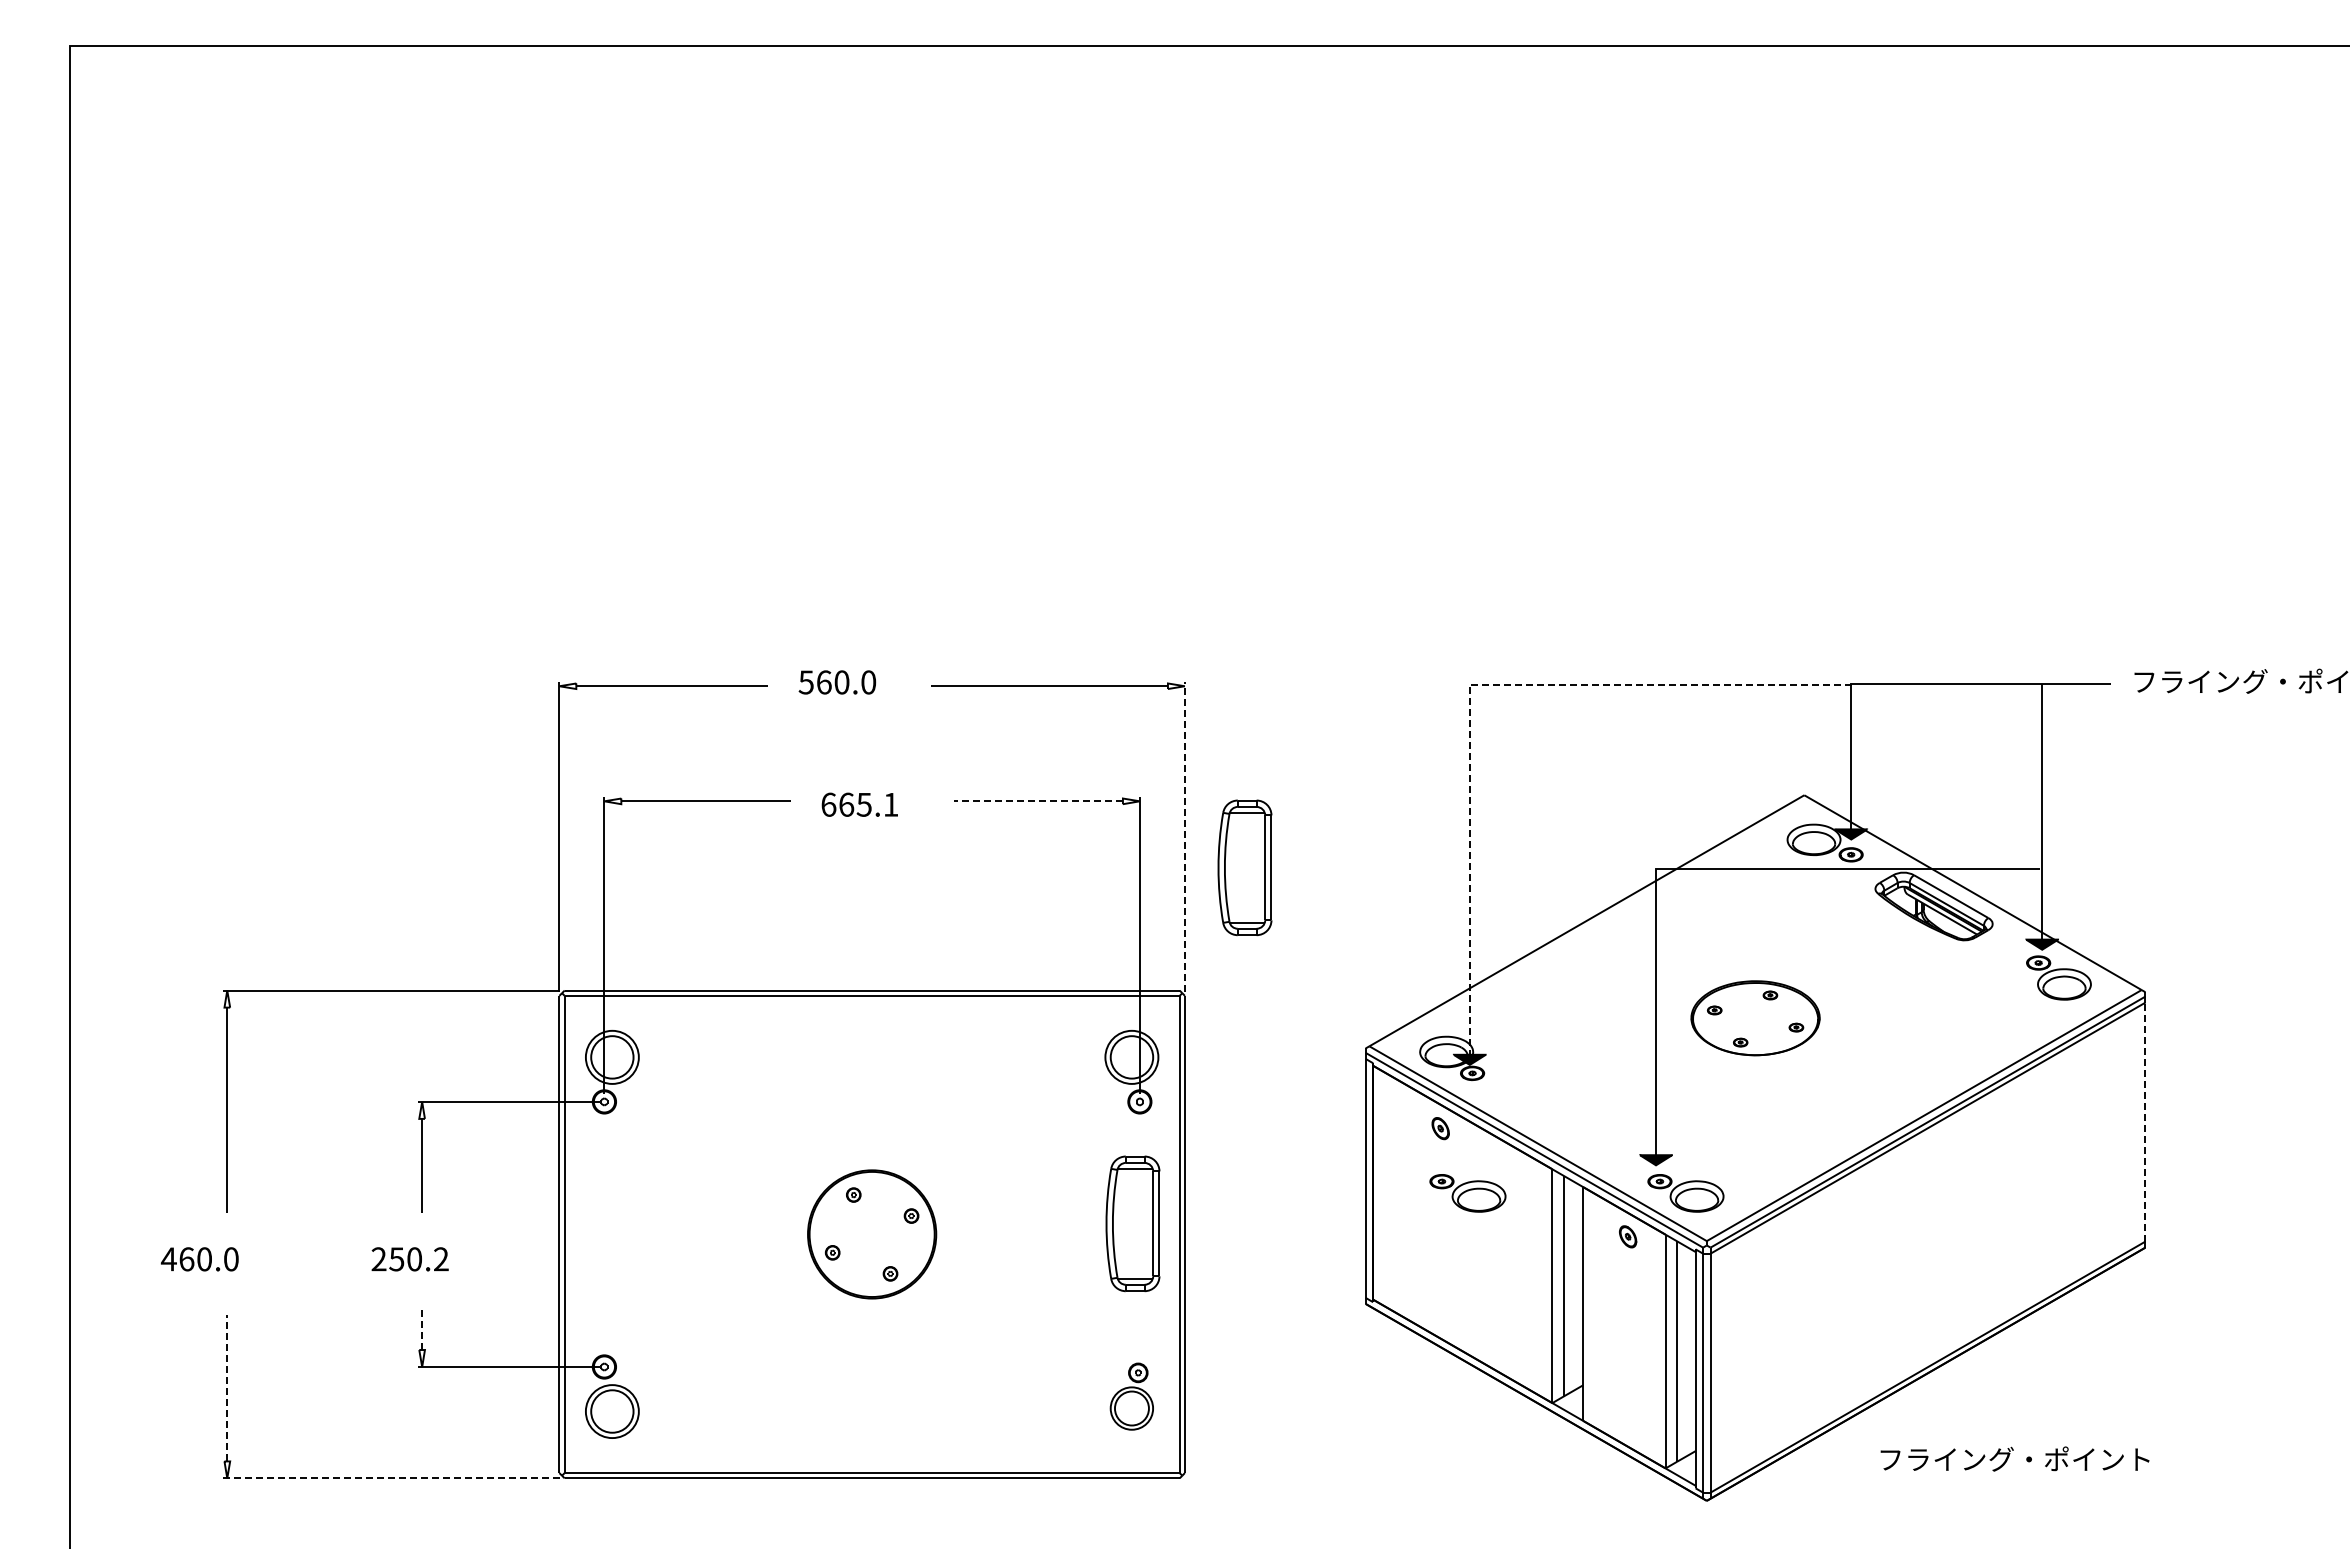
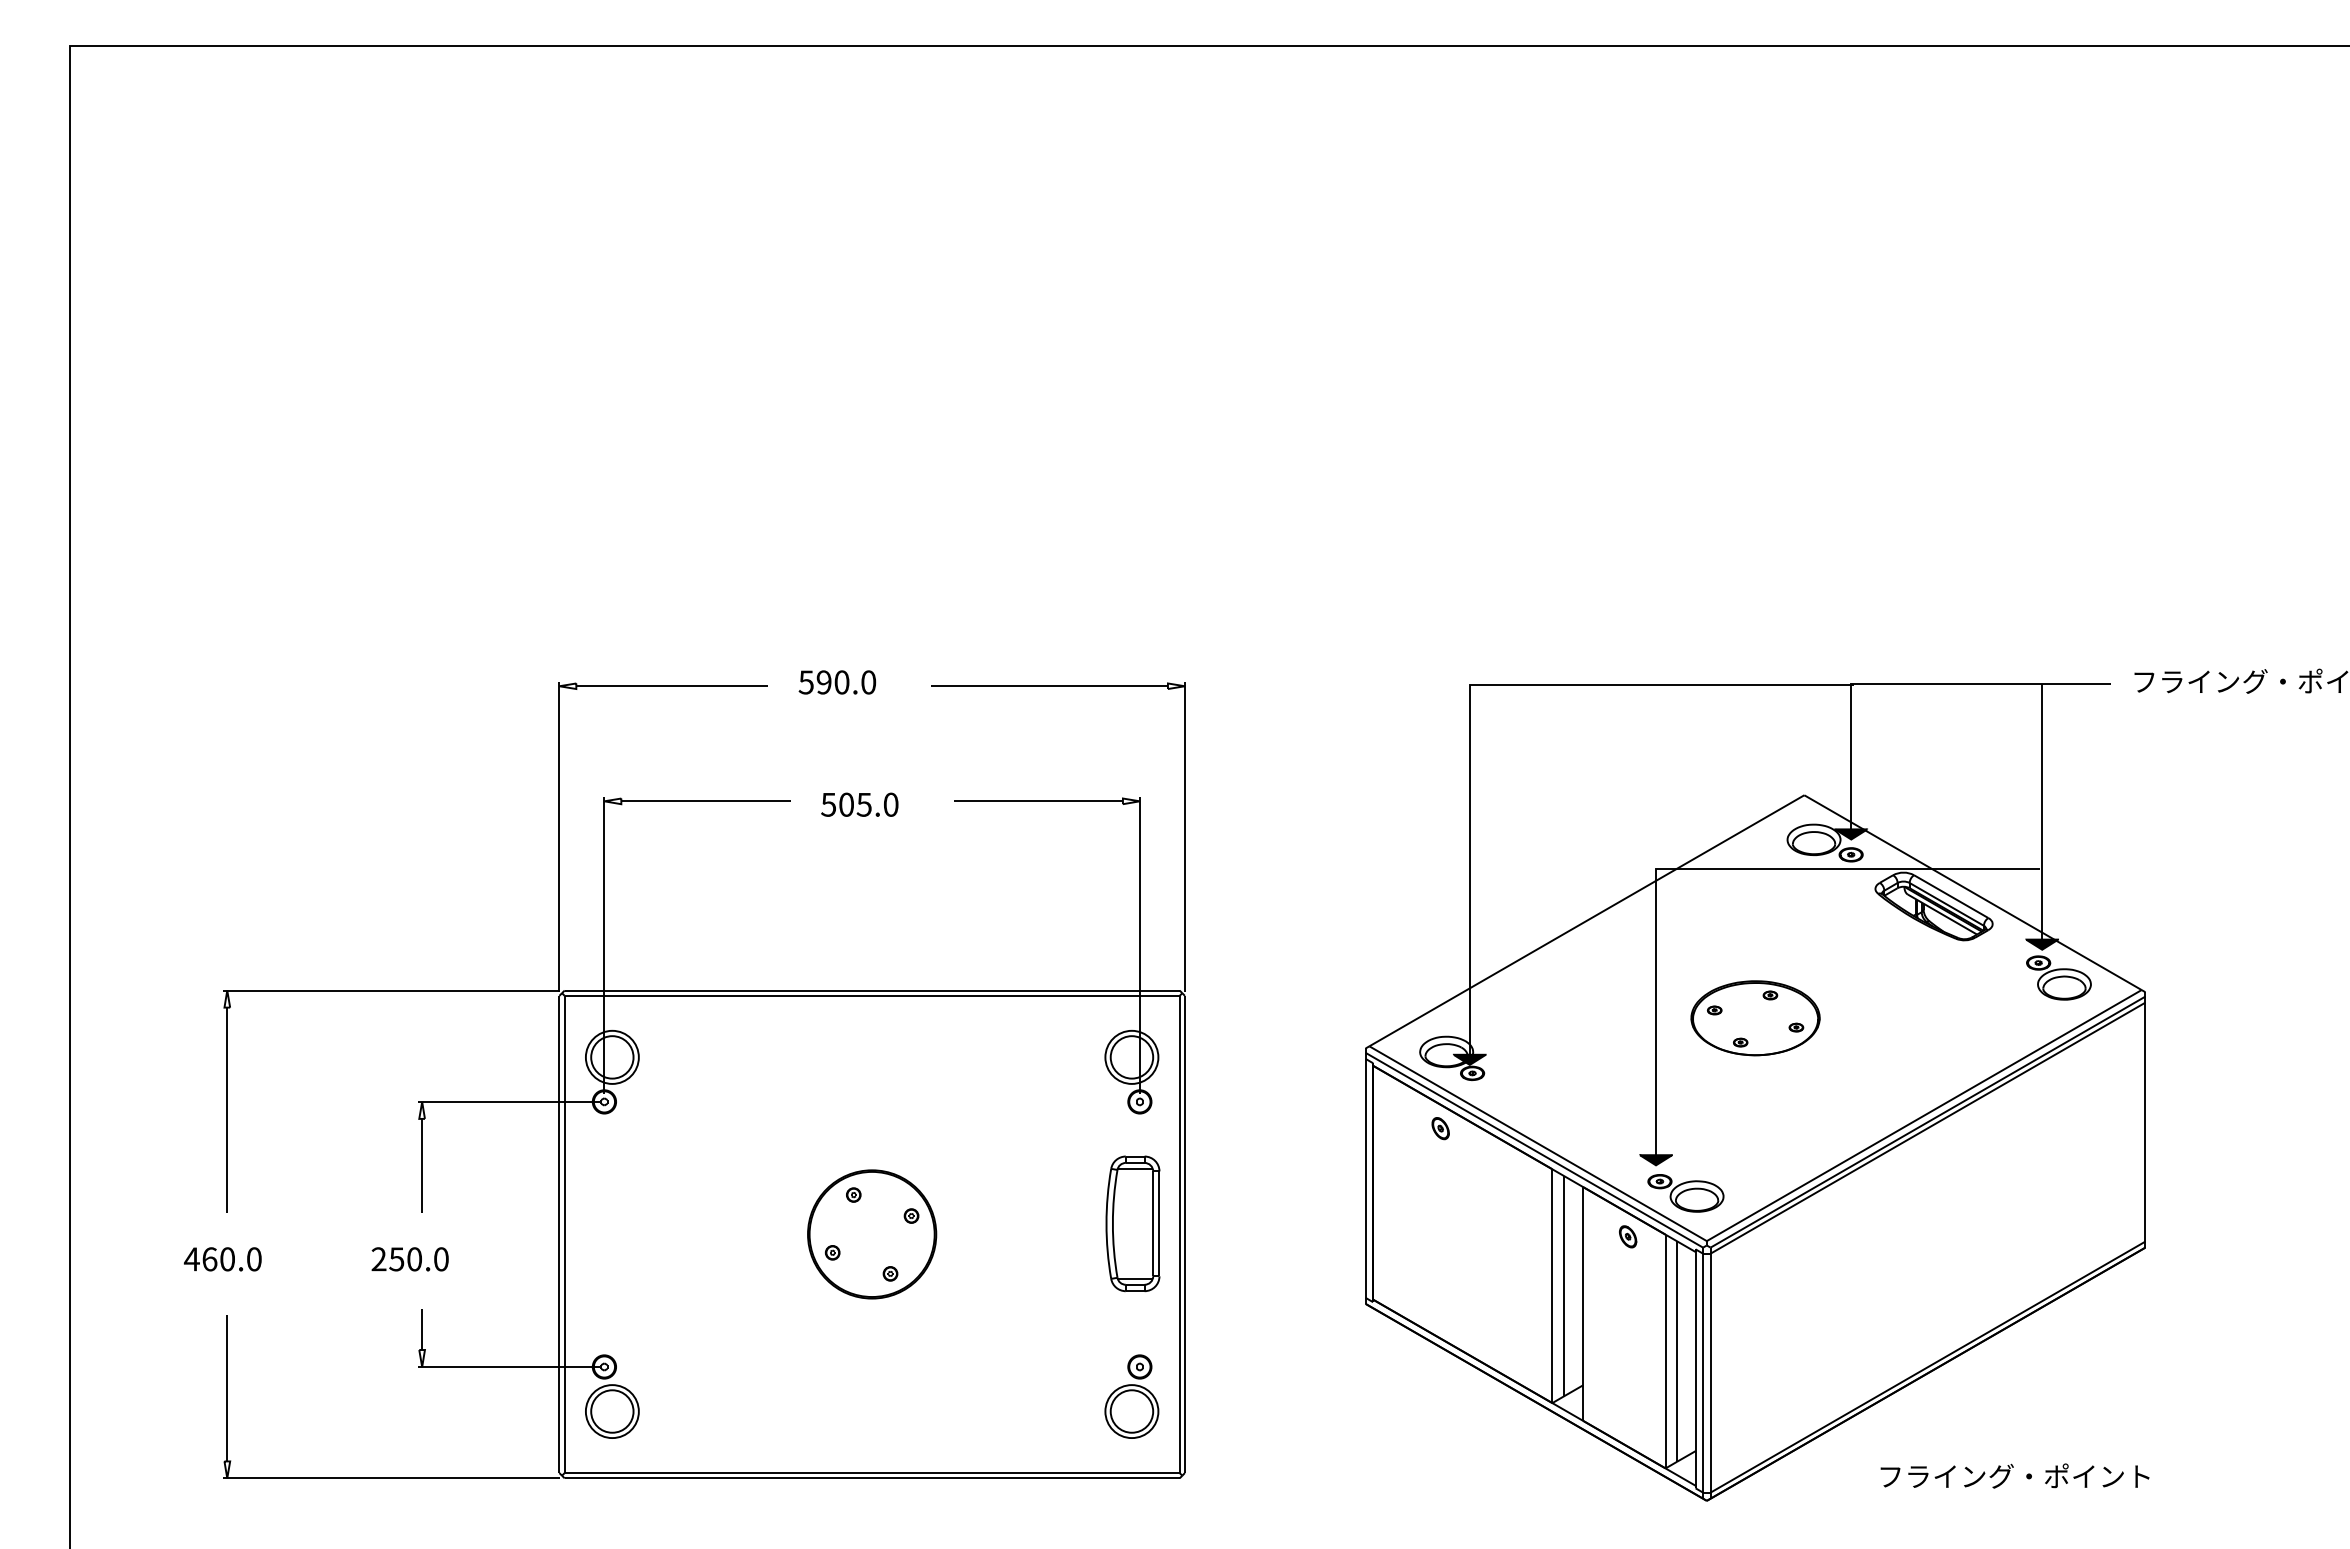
text at (823, 682): 560.0 -> 590.0
line at (1475, 684): dashed -> solid
line at (1038, 801): dashed -> solid
text at (859, 804): 665.1 -> 505.0
line at (1185, 836): dashed -> solid
part at (1244, 867): present -> none
line at (2145, 1121): dashed -> solid
part at (1467, 1193): present -> none
text at (199, 1259) position: (199, 1259) -> (222, 1259)
text at (441, 1259): 250.2 -> 250.0
line at (422, 1329): dashed -> solid
line at (227, 1387): dashed -> solid
part at (1131, 1396) size: 45x69 px -> 56x85 px
text at (2014, 1458) position: (2014, 1458) -> (2014, 1475)
line at (391, 1478): dashed -> solid
